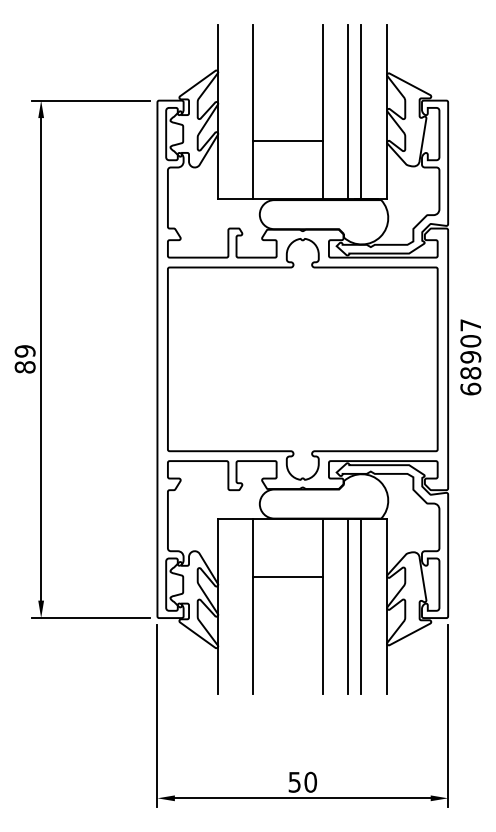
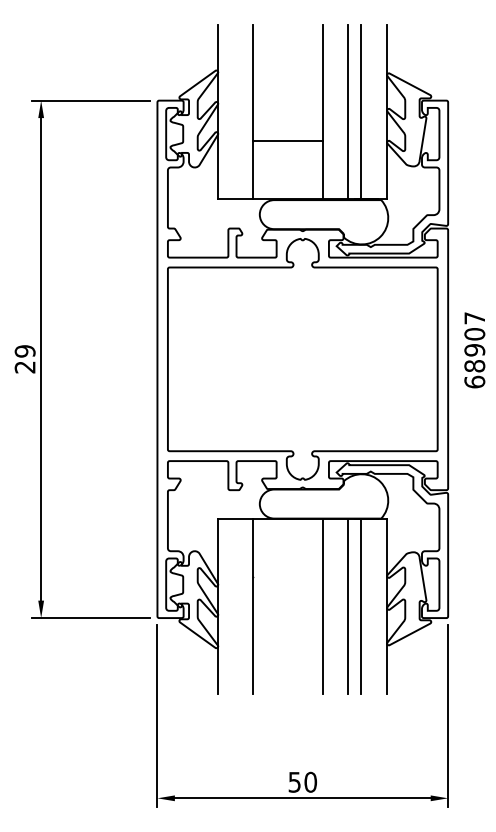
text at (470, 357) position: (470, 357) -> (474, 350)
text at (24, 367): 89 -> 29
line at (287, 577): present -> none
